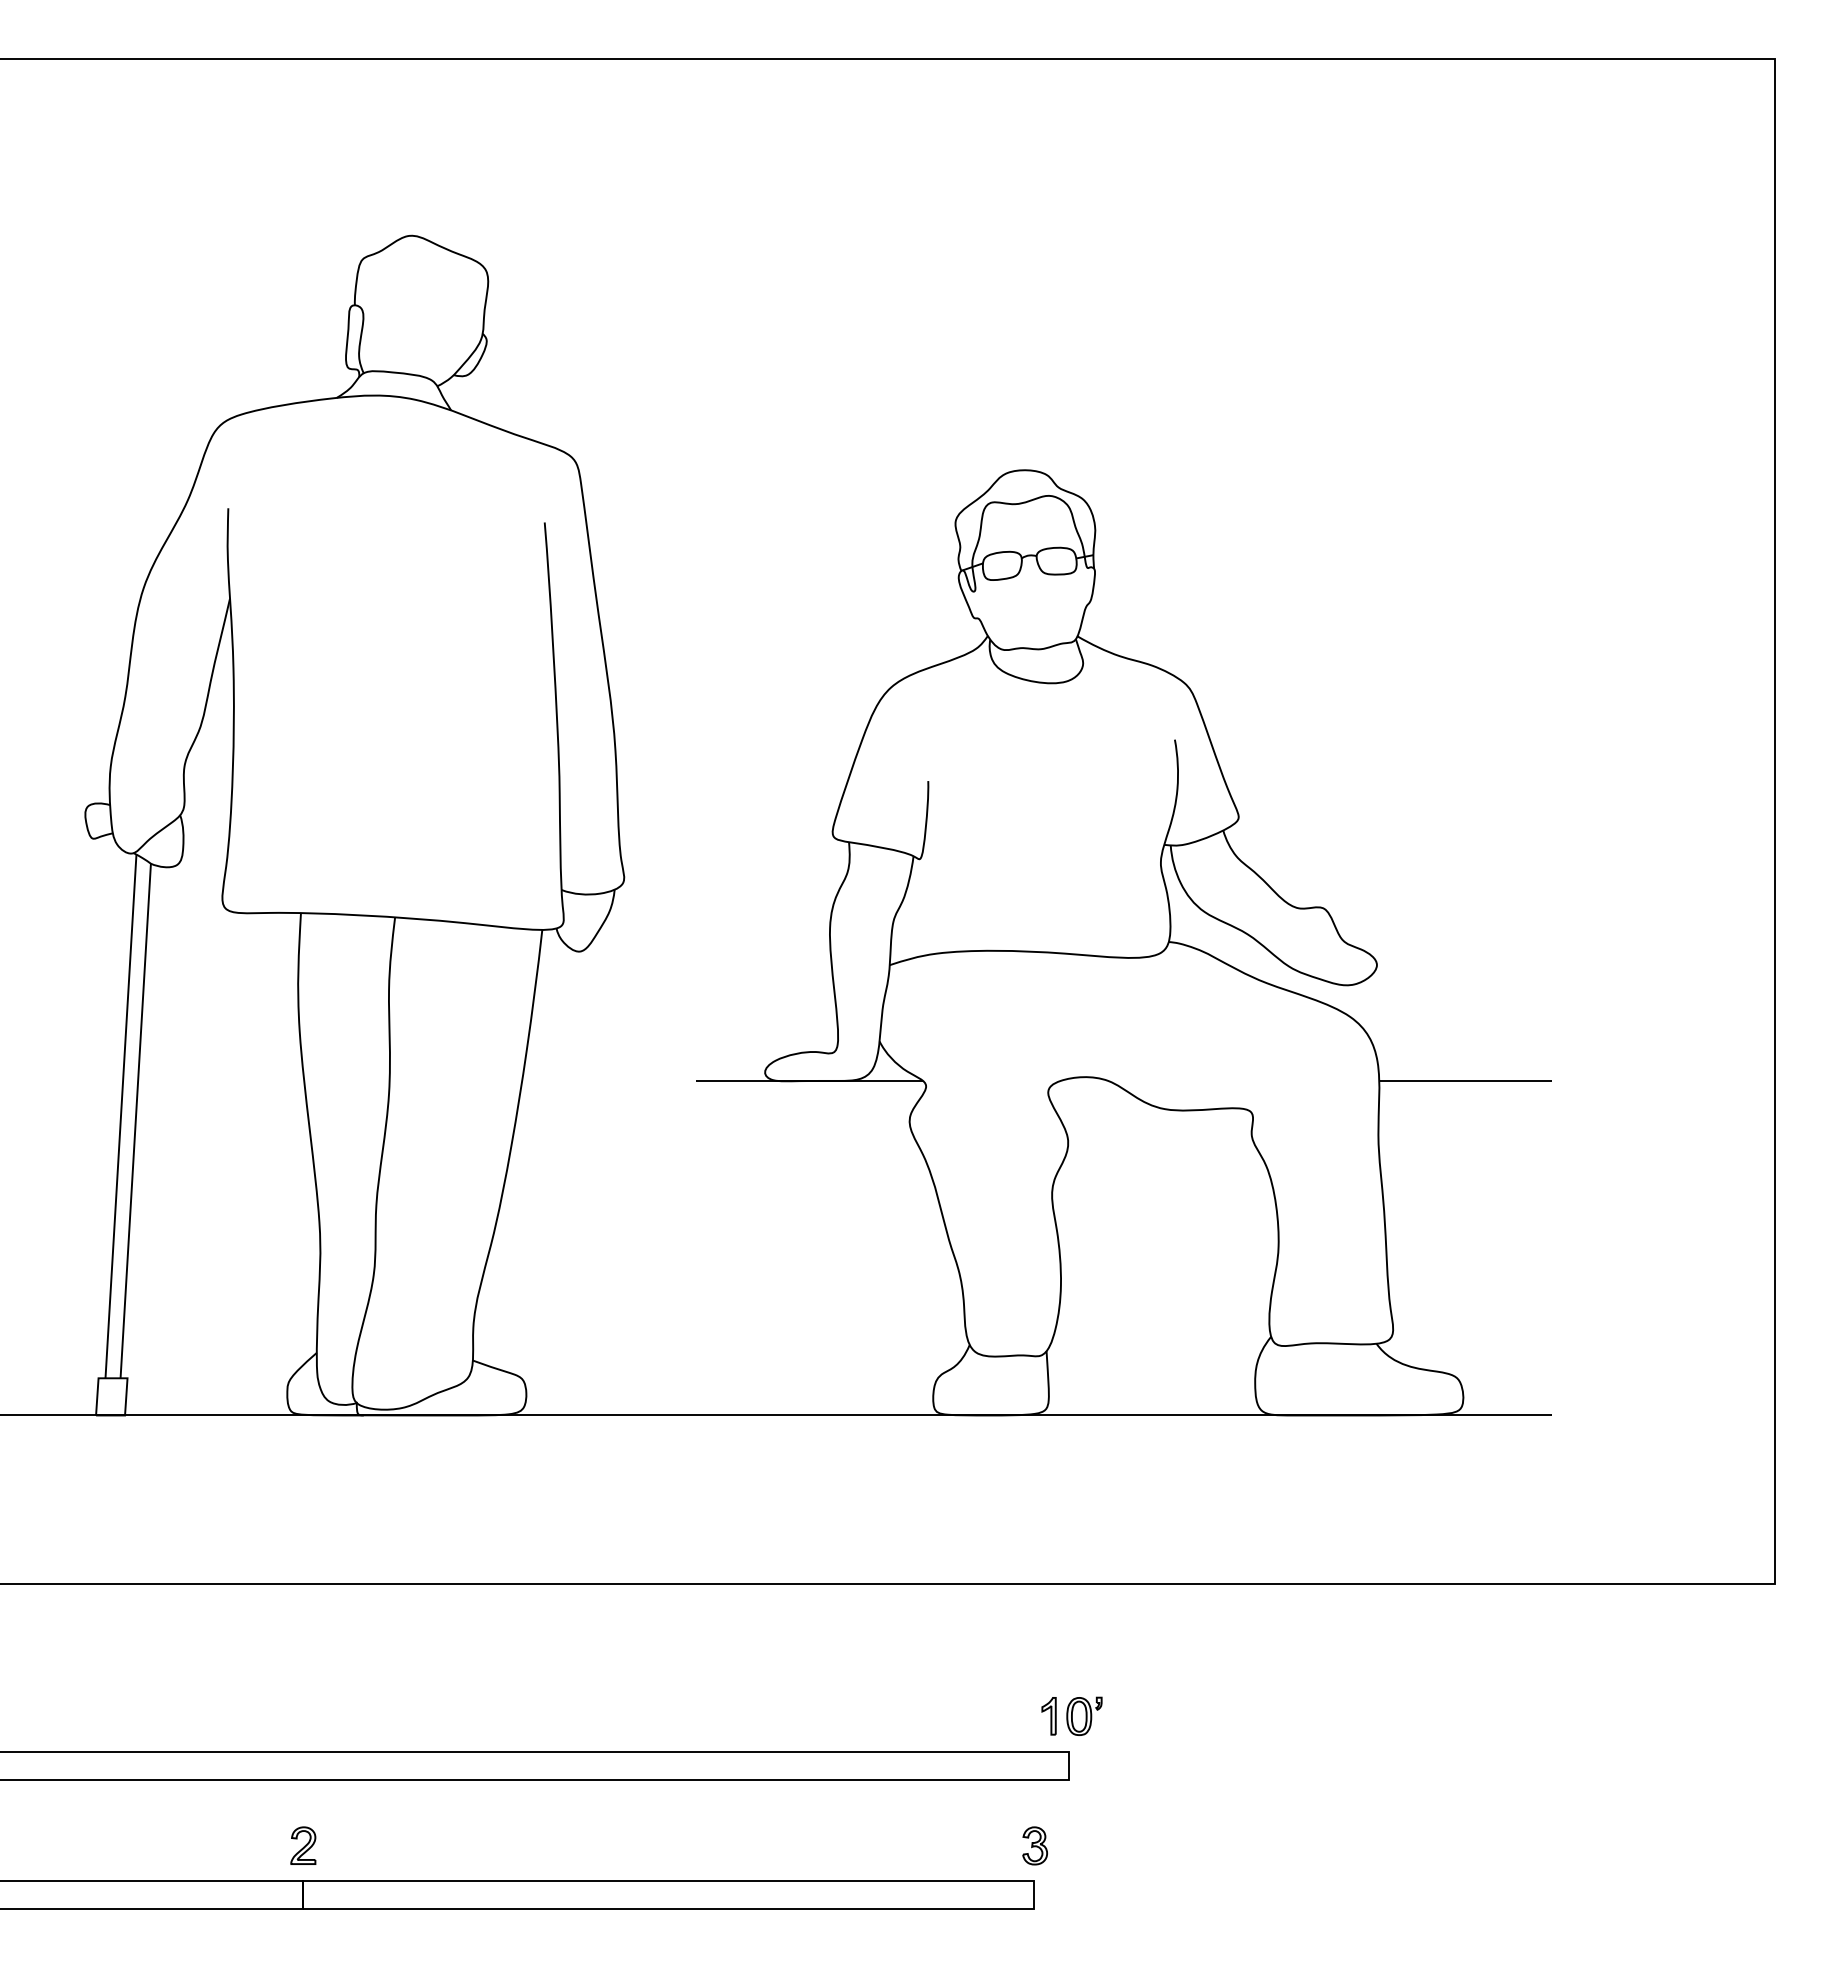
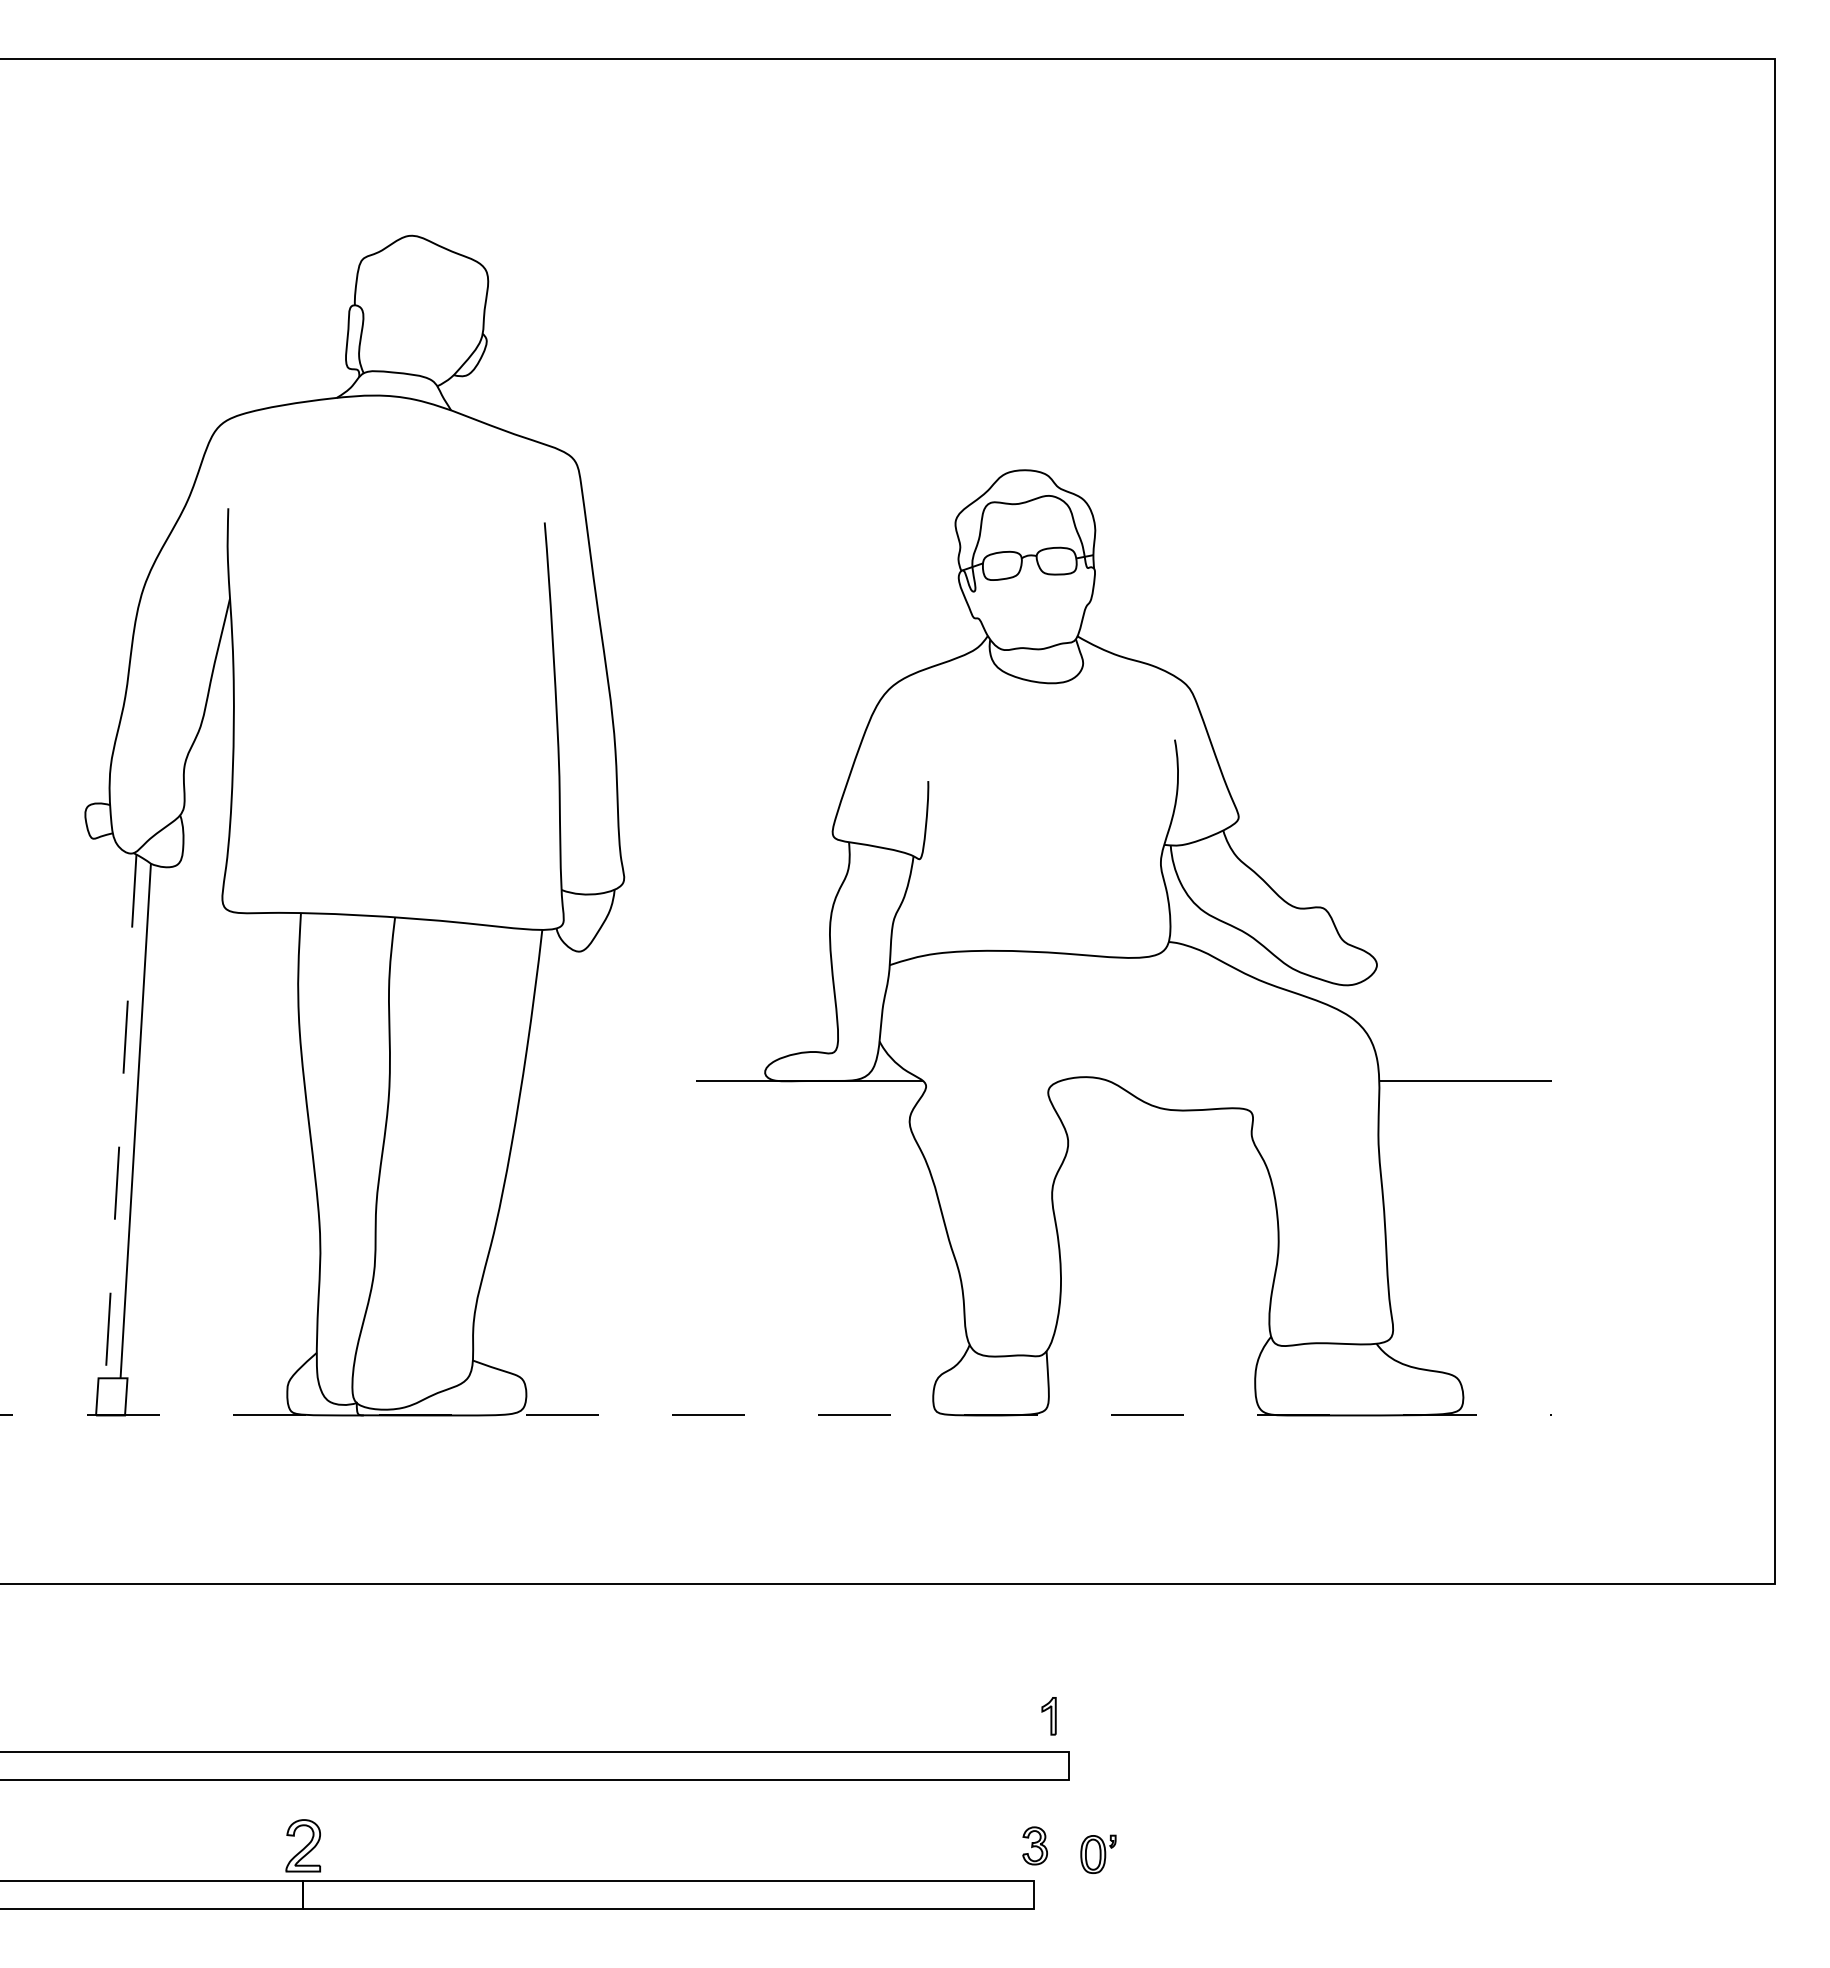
line at (120, 1116): solid -> dashed
line at (776, 1415): solid -> dashed
part at (1084, 1715) position: (1084, 1715) -> (1098, 1853)
part at (303, 1845) size: 27x39 px -> 36x54 px
